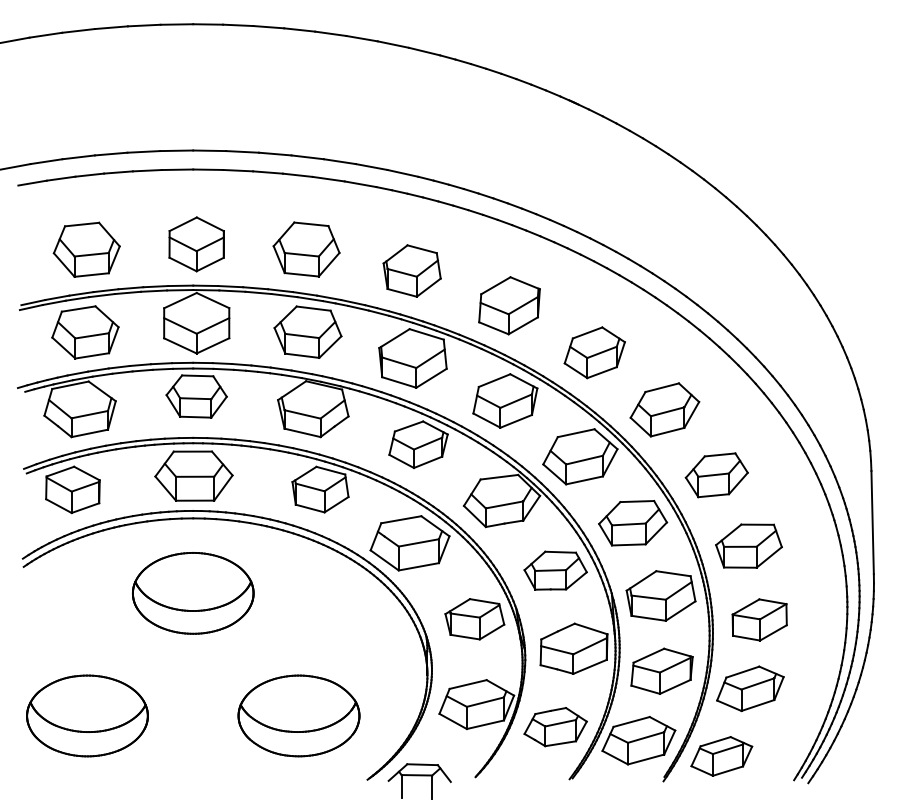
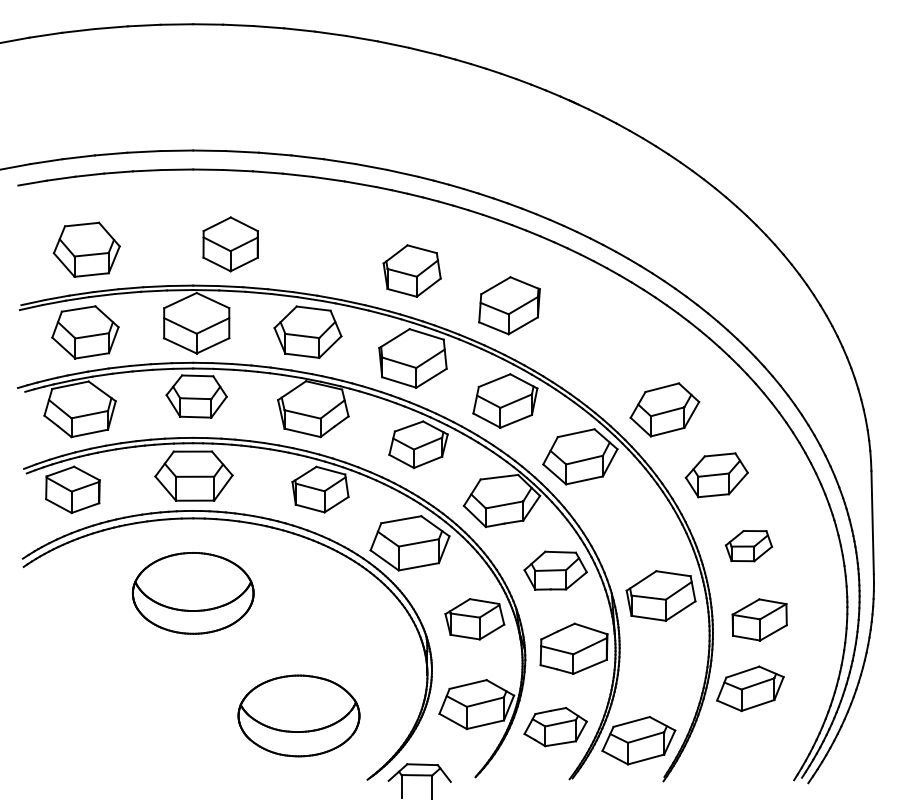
part at (196, 244) position: (196, 244) -> (230, 244)
part at (306, 249): present -> none
part at (594, 352): present -> none
part at (633, 523): present -> none
part at (748, 545) size: 68x46 px -> 50x33 px
part at (661, 670): present -> none
part at (87, 715): present -> none
part at (721, 756): present -> none
